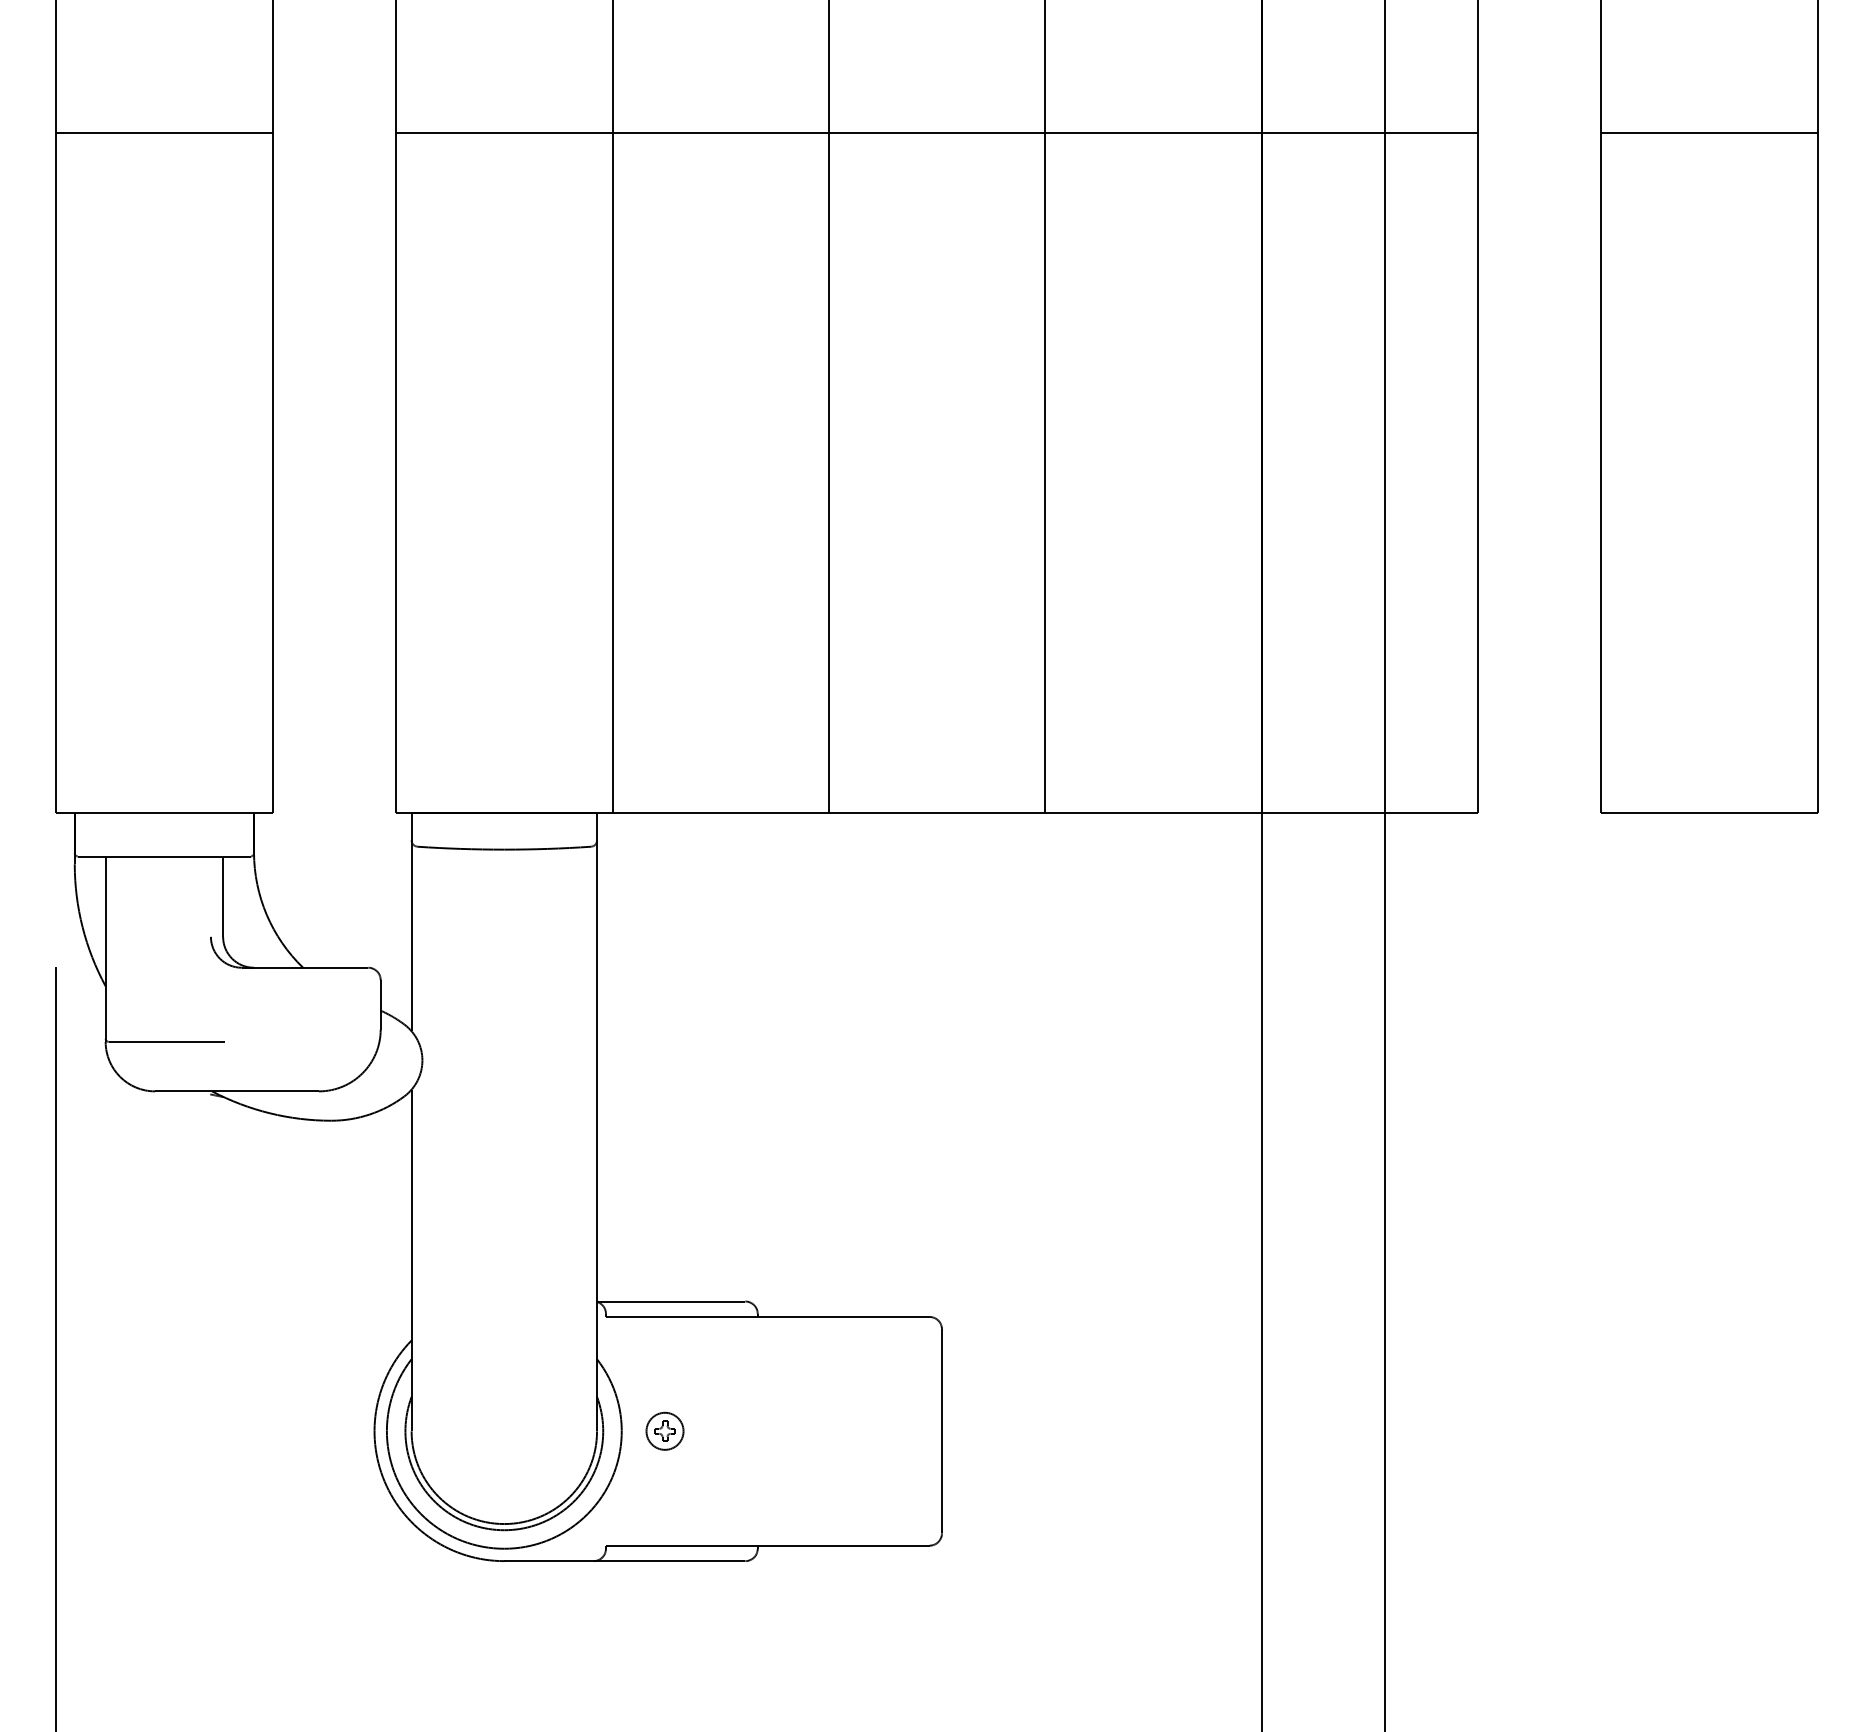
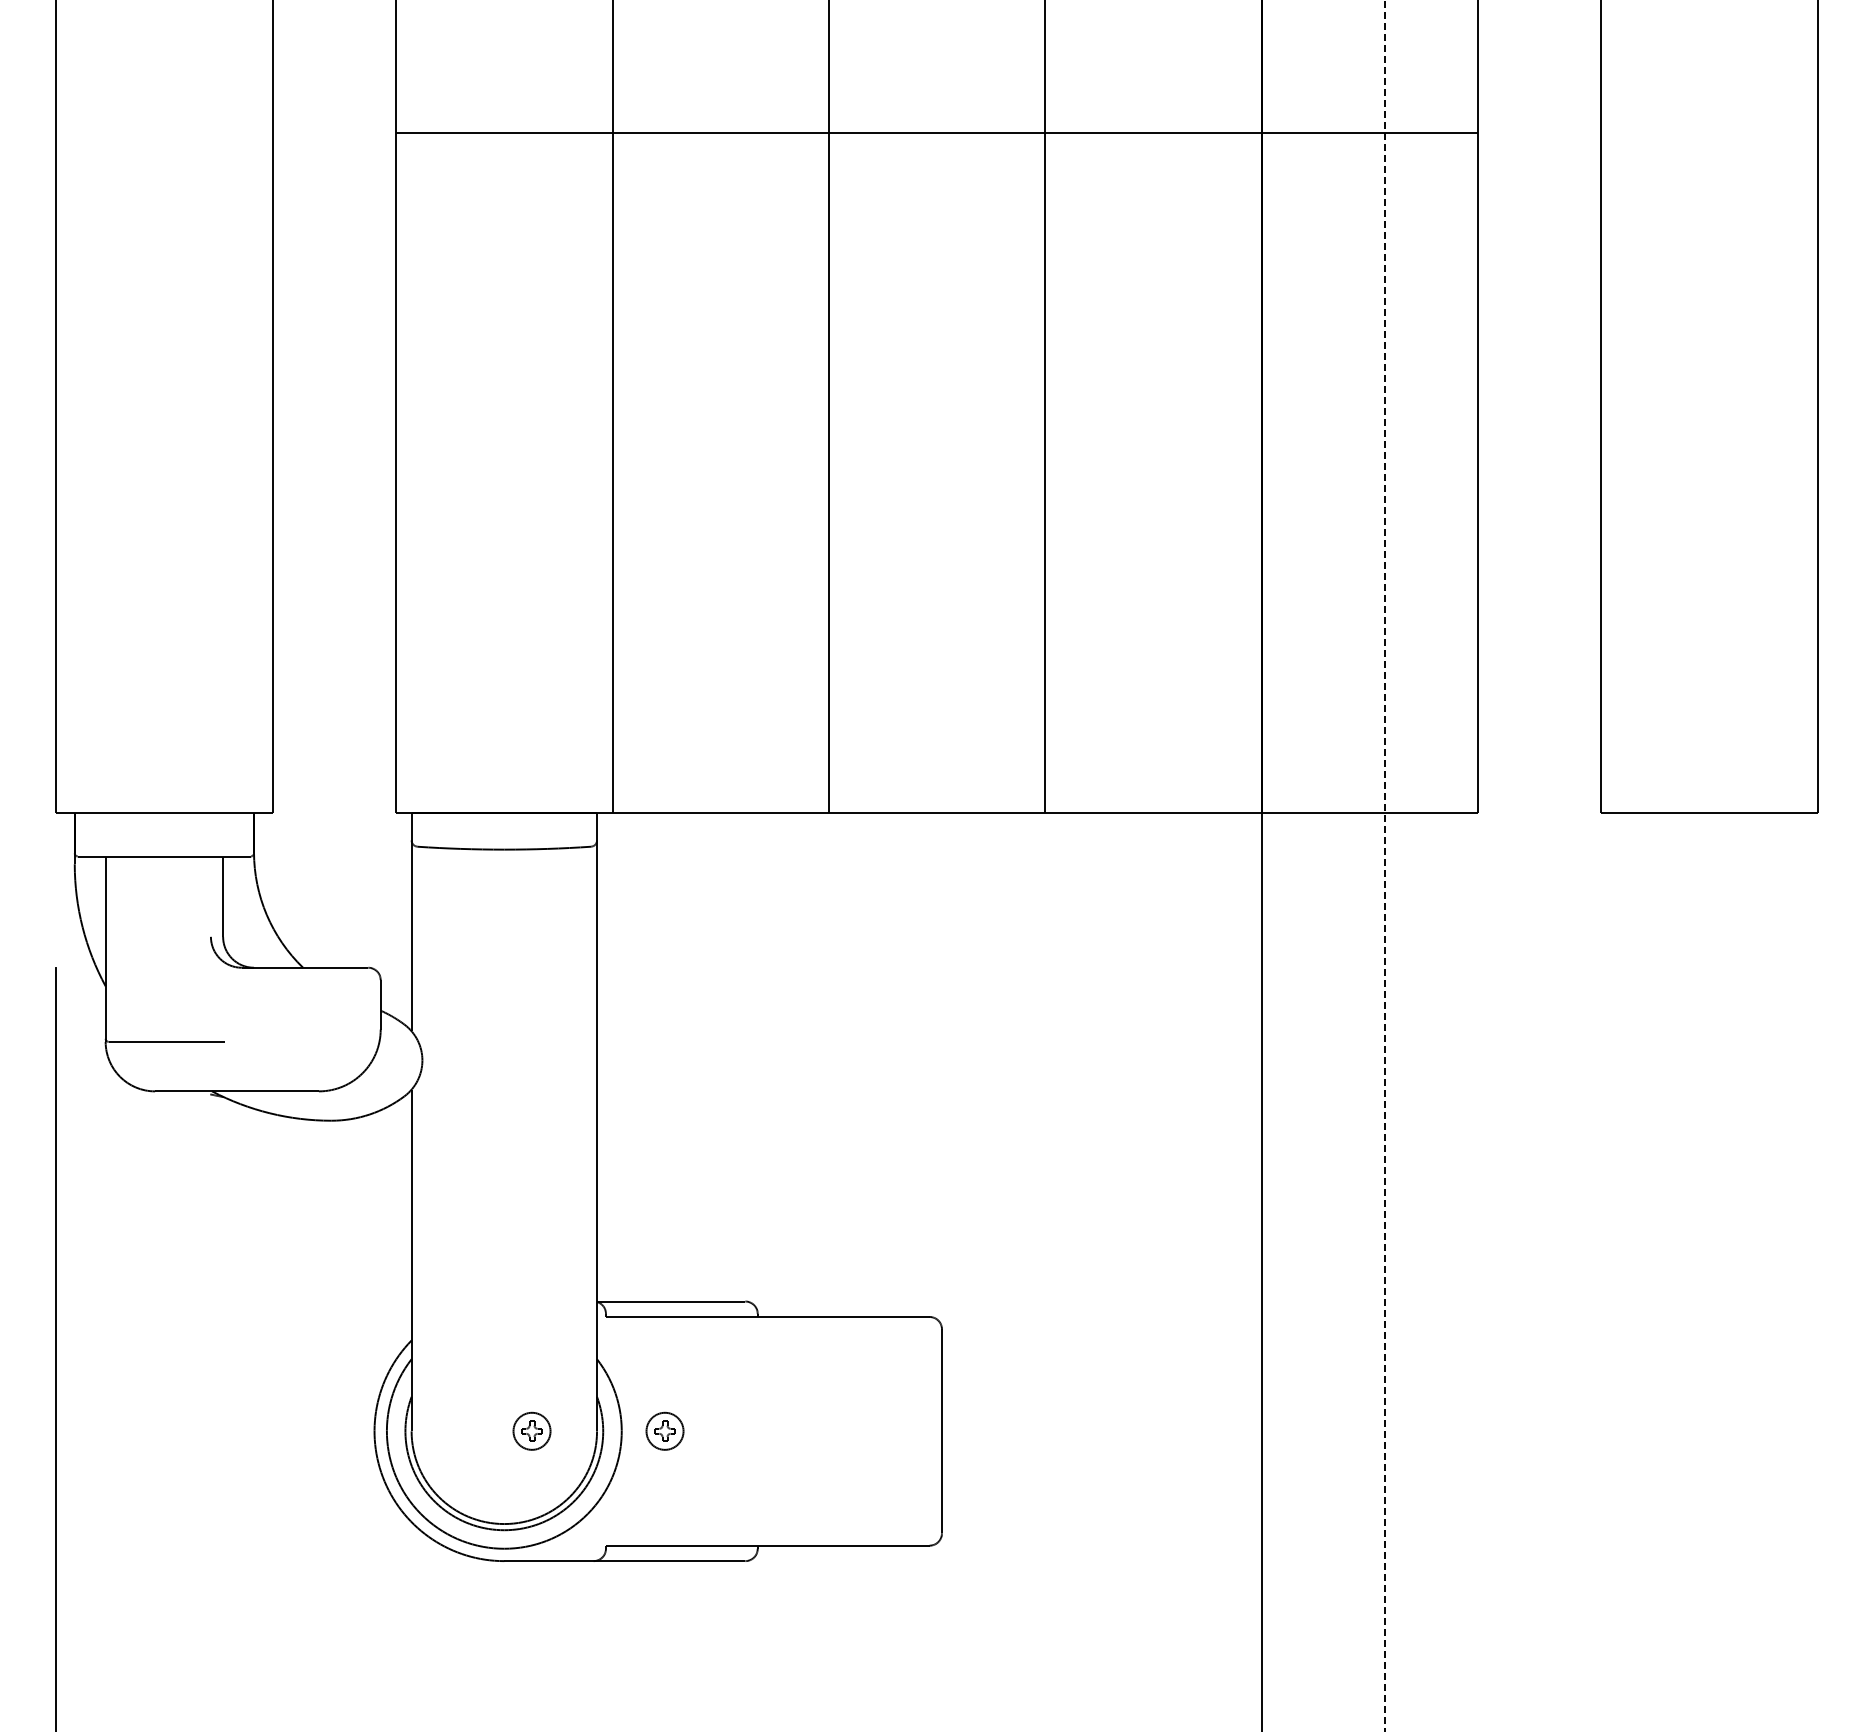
line at (164, 133): present -> none
line at (1709, 133): present -> none
line at (1385, 866): solid -> dashed
part at (531, 1430): none -> present
